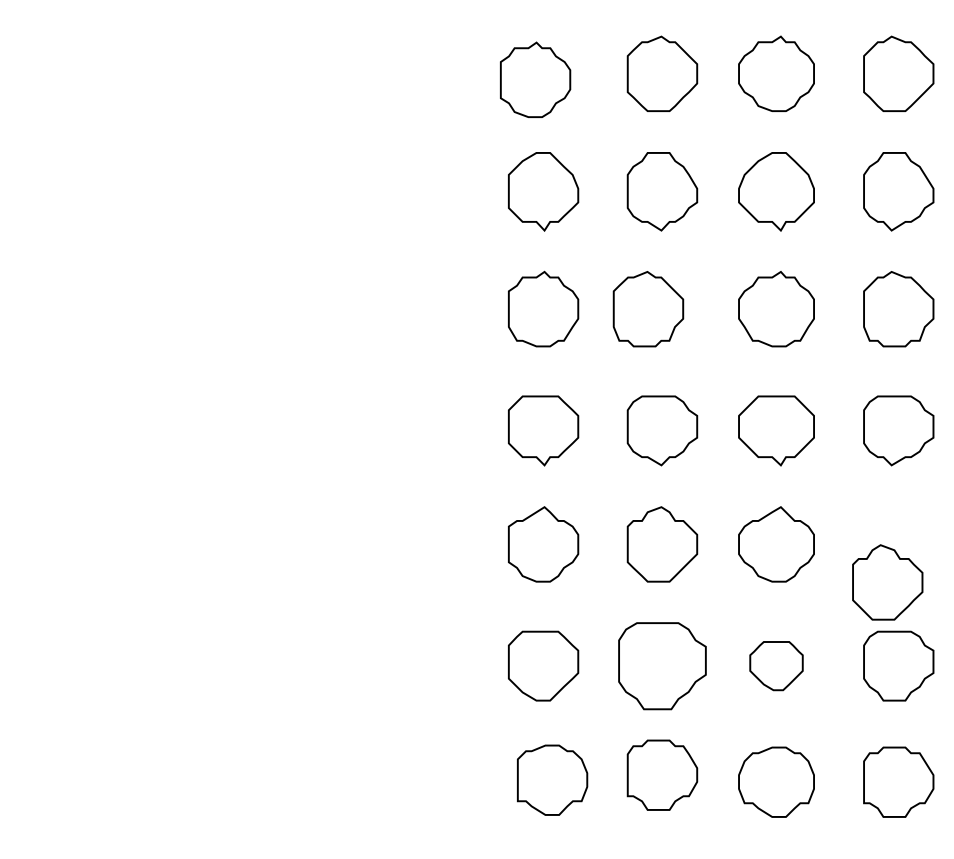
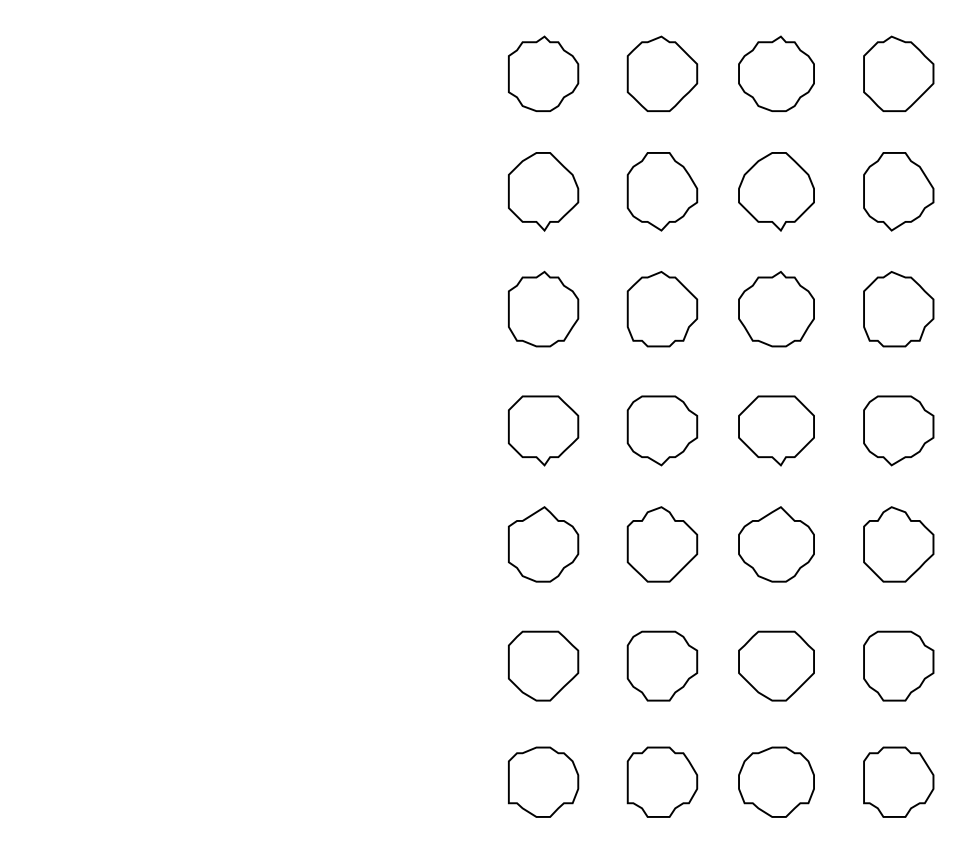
part at (535, 79) position: (535, 79) -> (543, 73)
part at (648, 309) position: (648, 309) -> (662, 309)
part at (887, 582) position: (887, 582) -> (898, 544)
part at (662, 666) size: 89x89 px -> 73x72 px
part at (776, 666) size: 55x51 px -> 77x72 px
part at (662, 774) position: (662, 774) -> (662, 781)
part at (552, 779) position: (552, 779) -> (543, 781)
